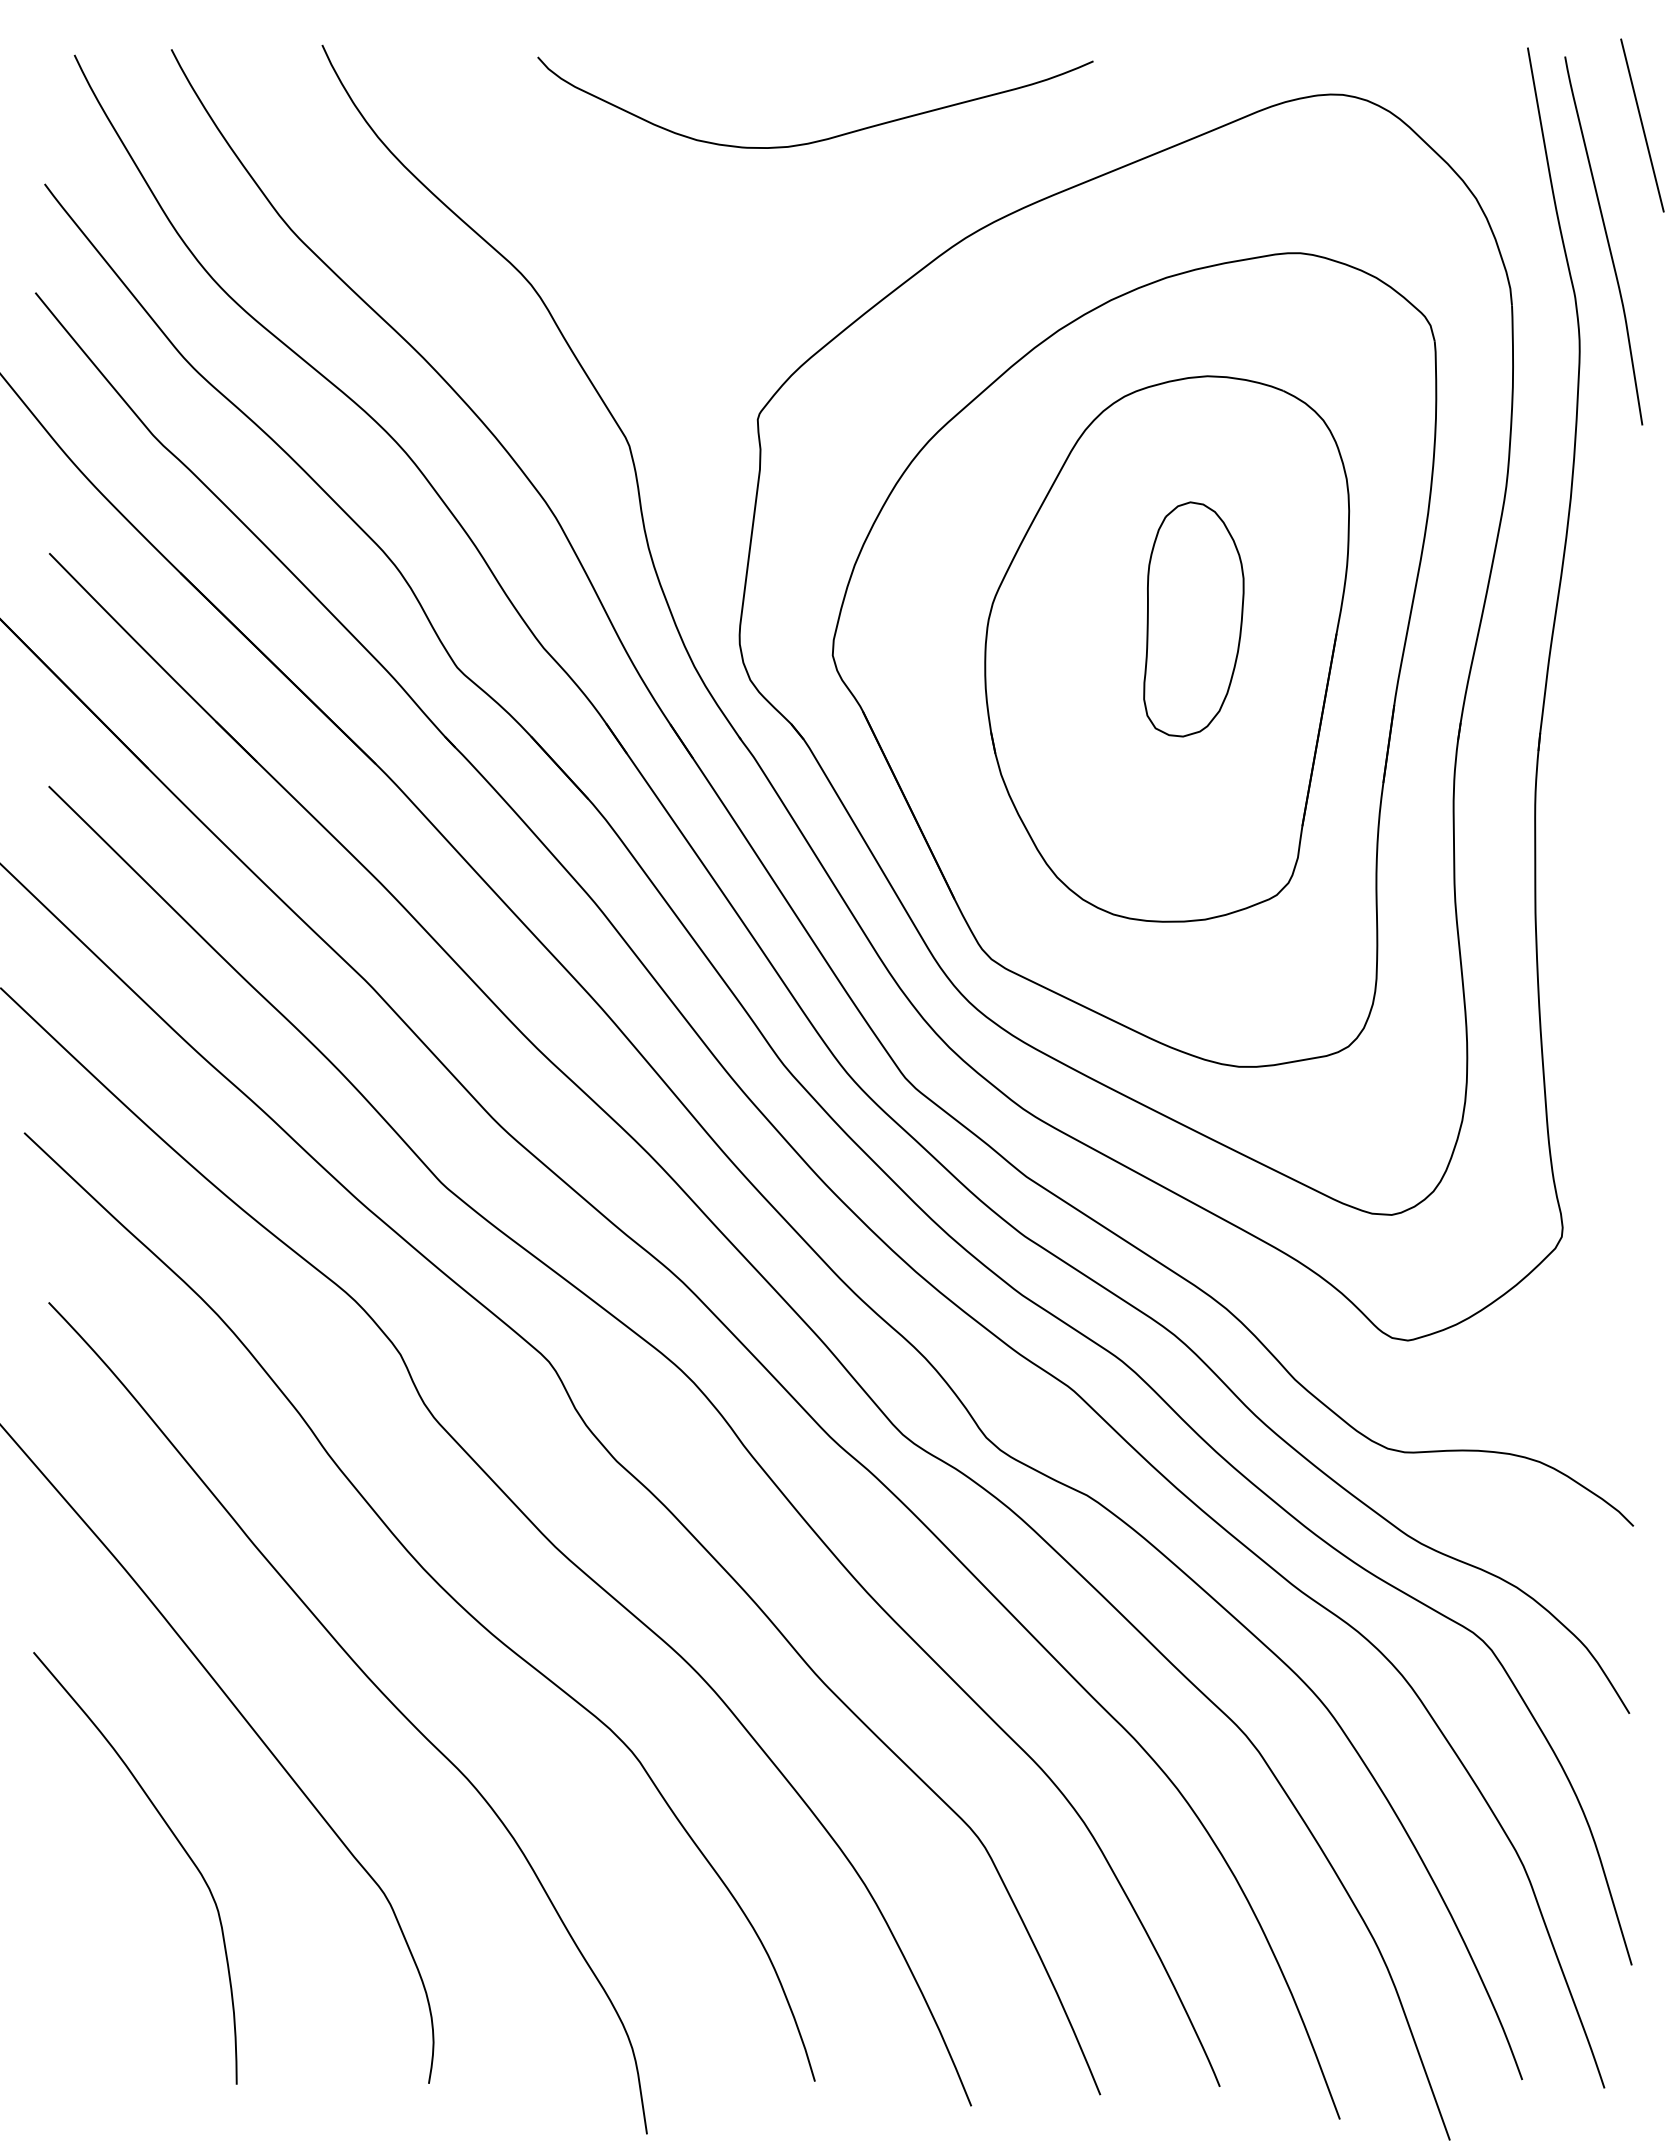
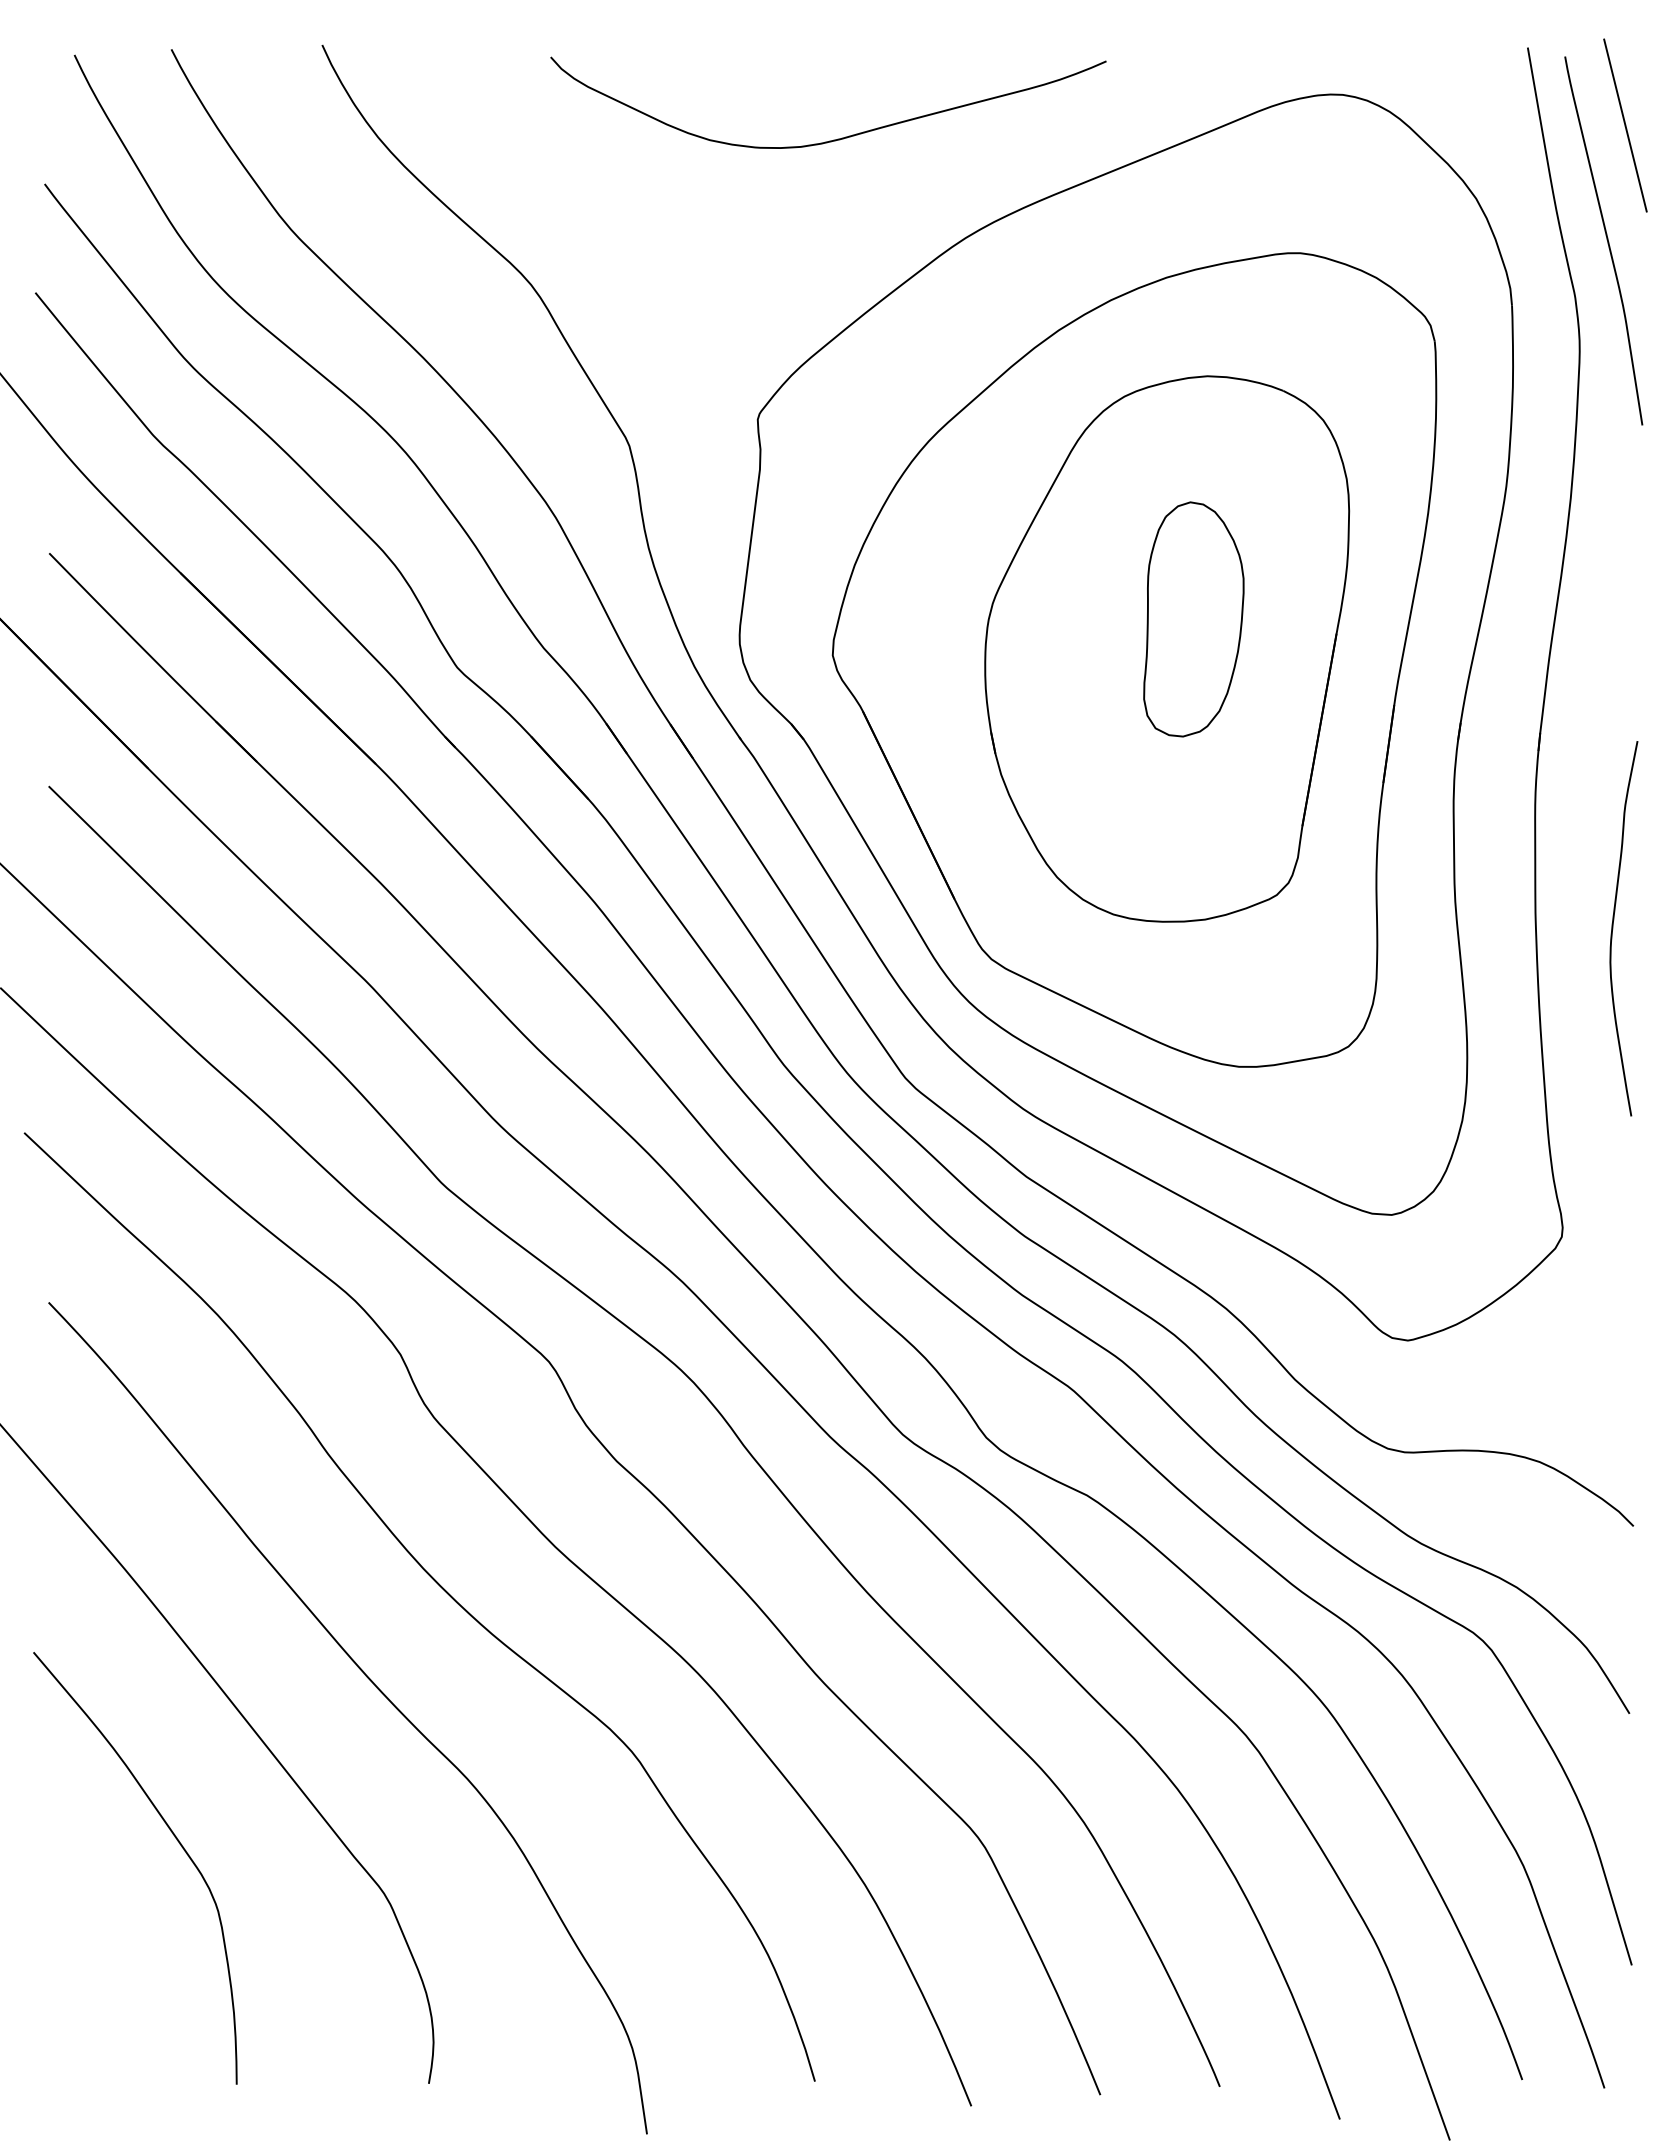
line at (1642, 125) position: (1642, 125) -> (1625, 125)
curve at (824, 138) position: (824, 138) -> (837, 138)
curve at (1613, 928): none -> present
